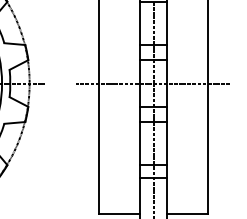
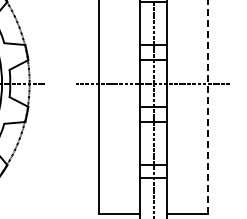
line at (208, 107): solid -> dashed
